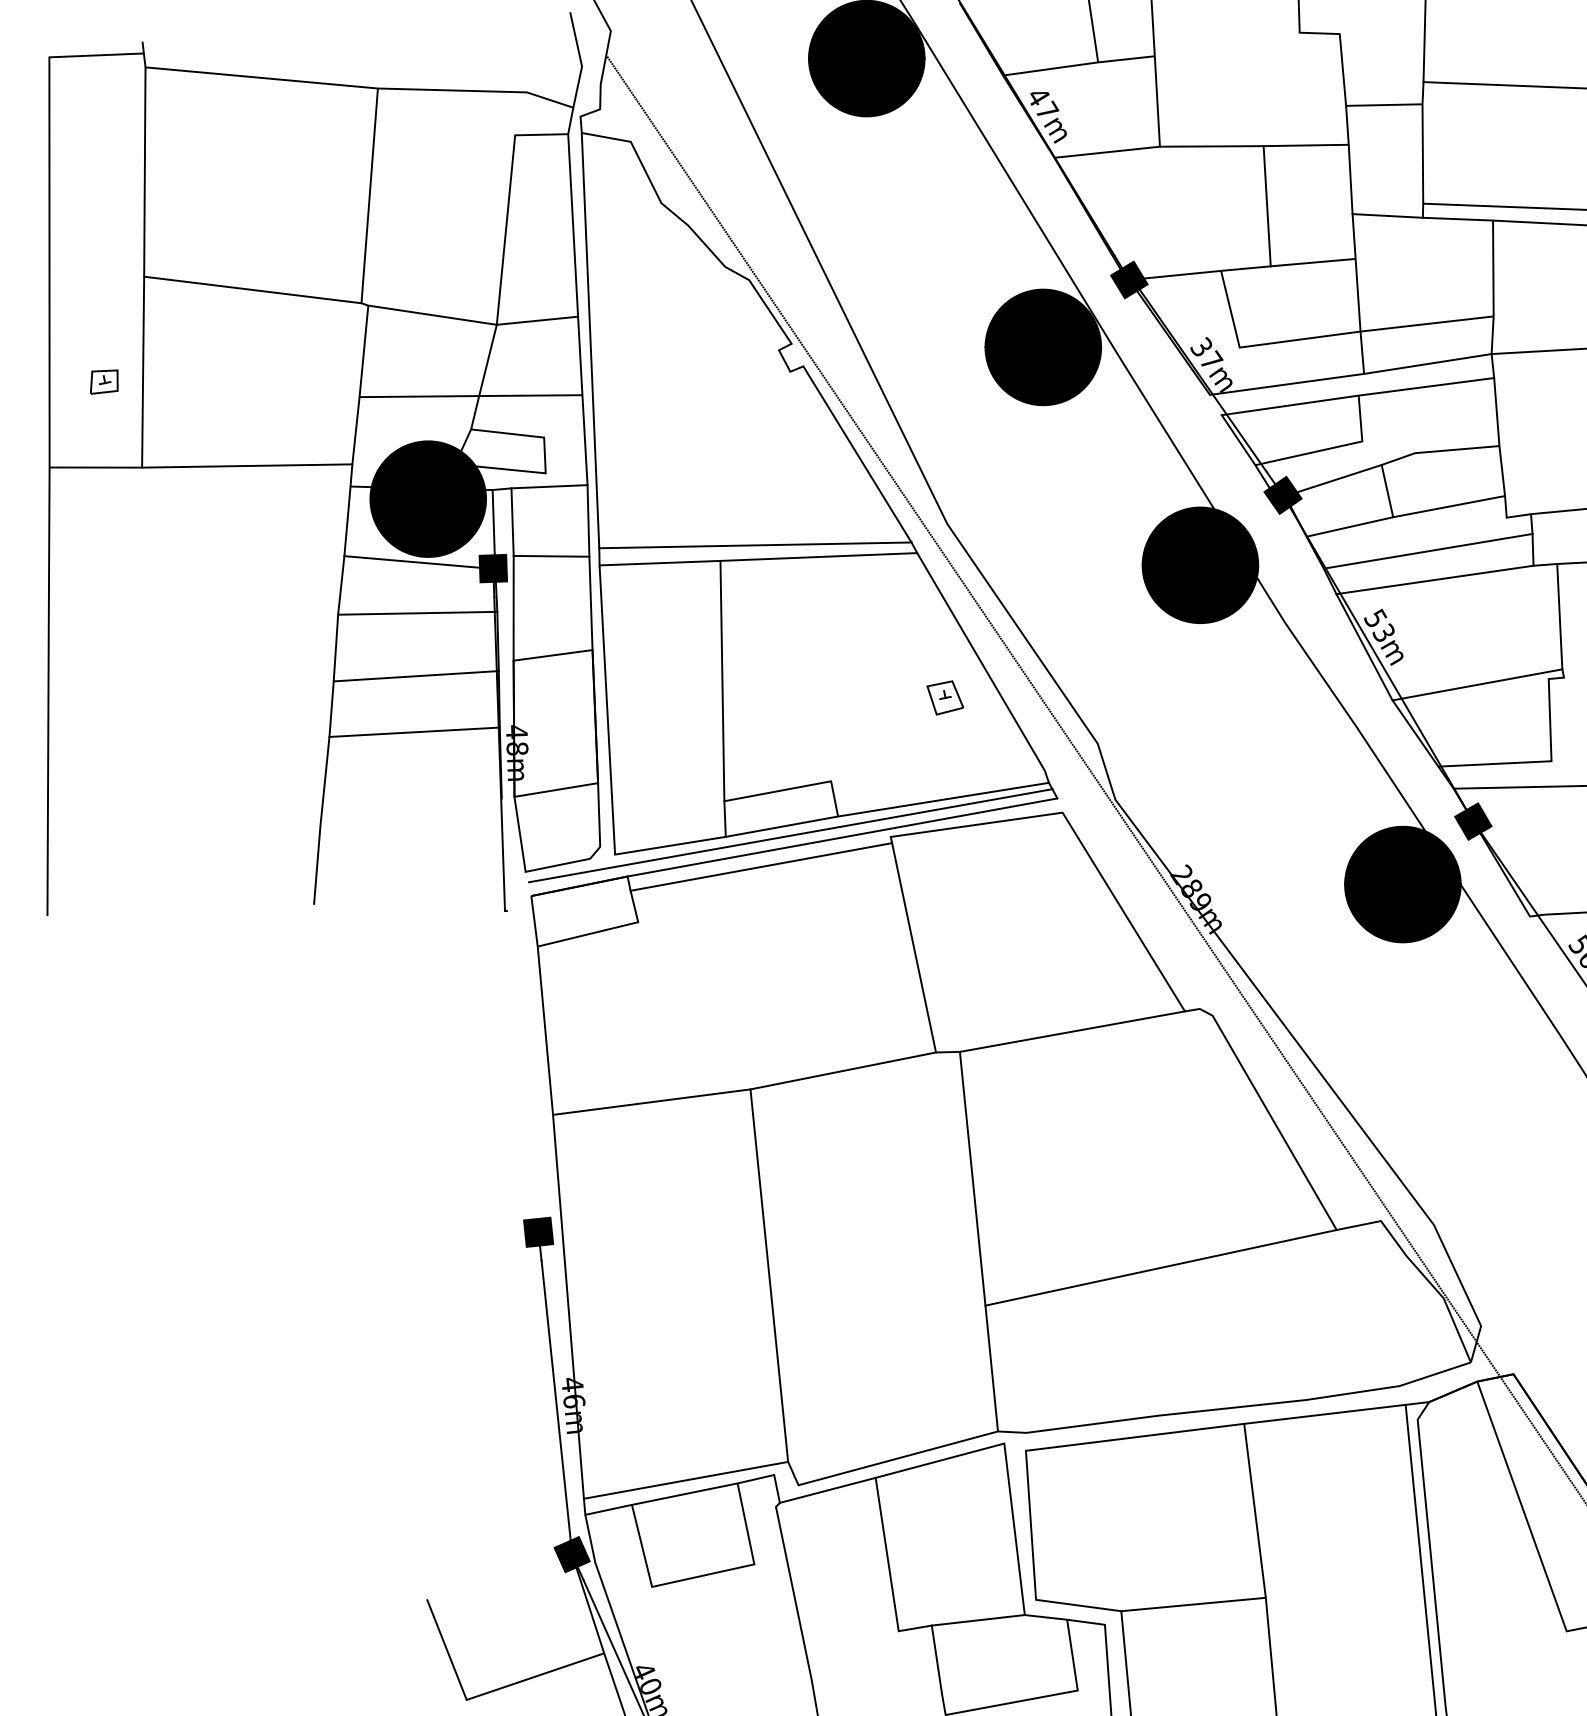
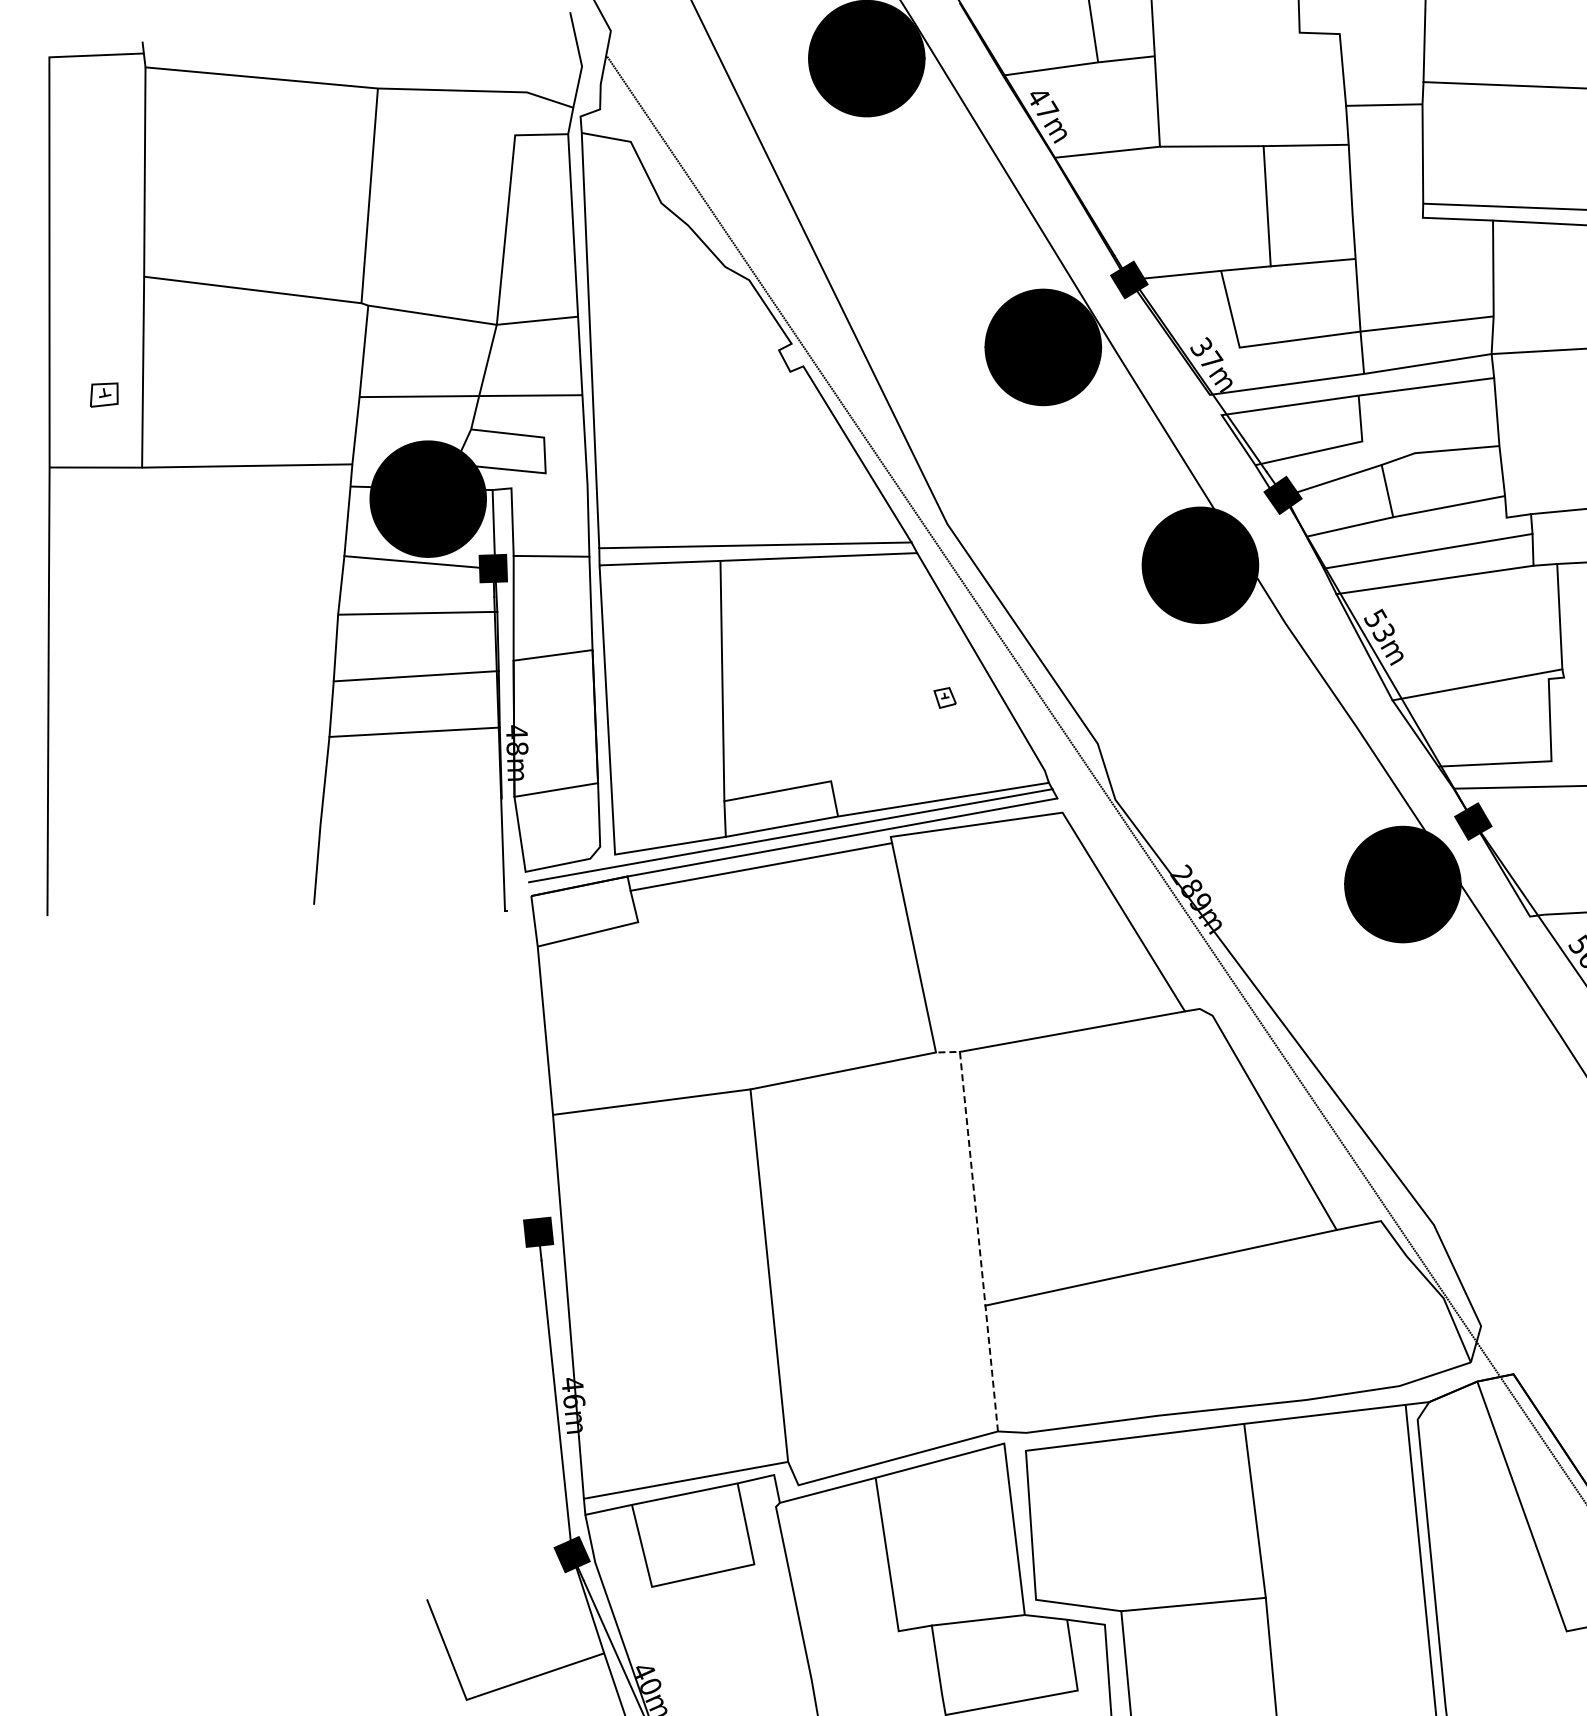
line at (1387, 215): present -> none
part at (104, 381) position: (104, 381) -> (104, 394)
line at (549, 486): present -> none
part at (944, 697) size: 38x36 px -> 24x22 px
line at (977, 1229): solid -> dashed
